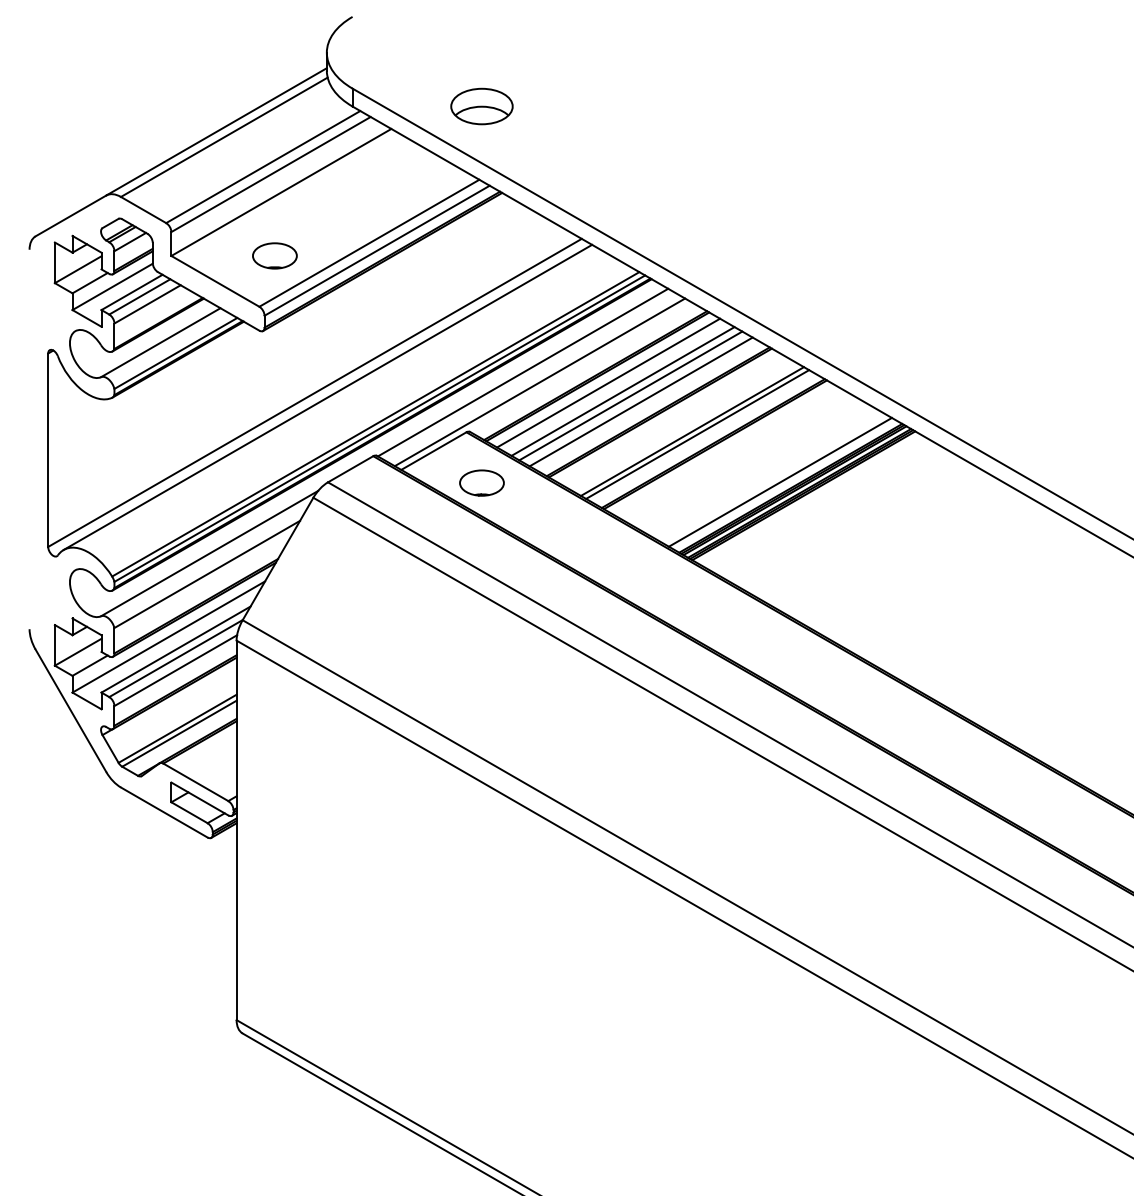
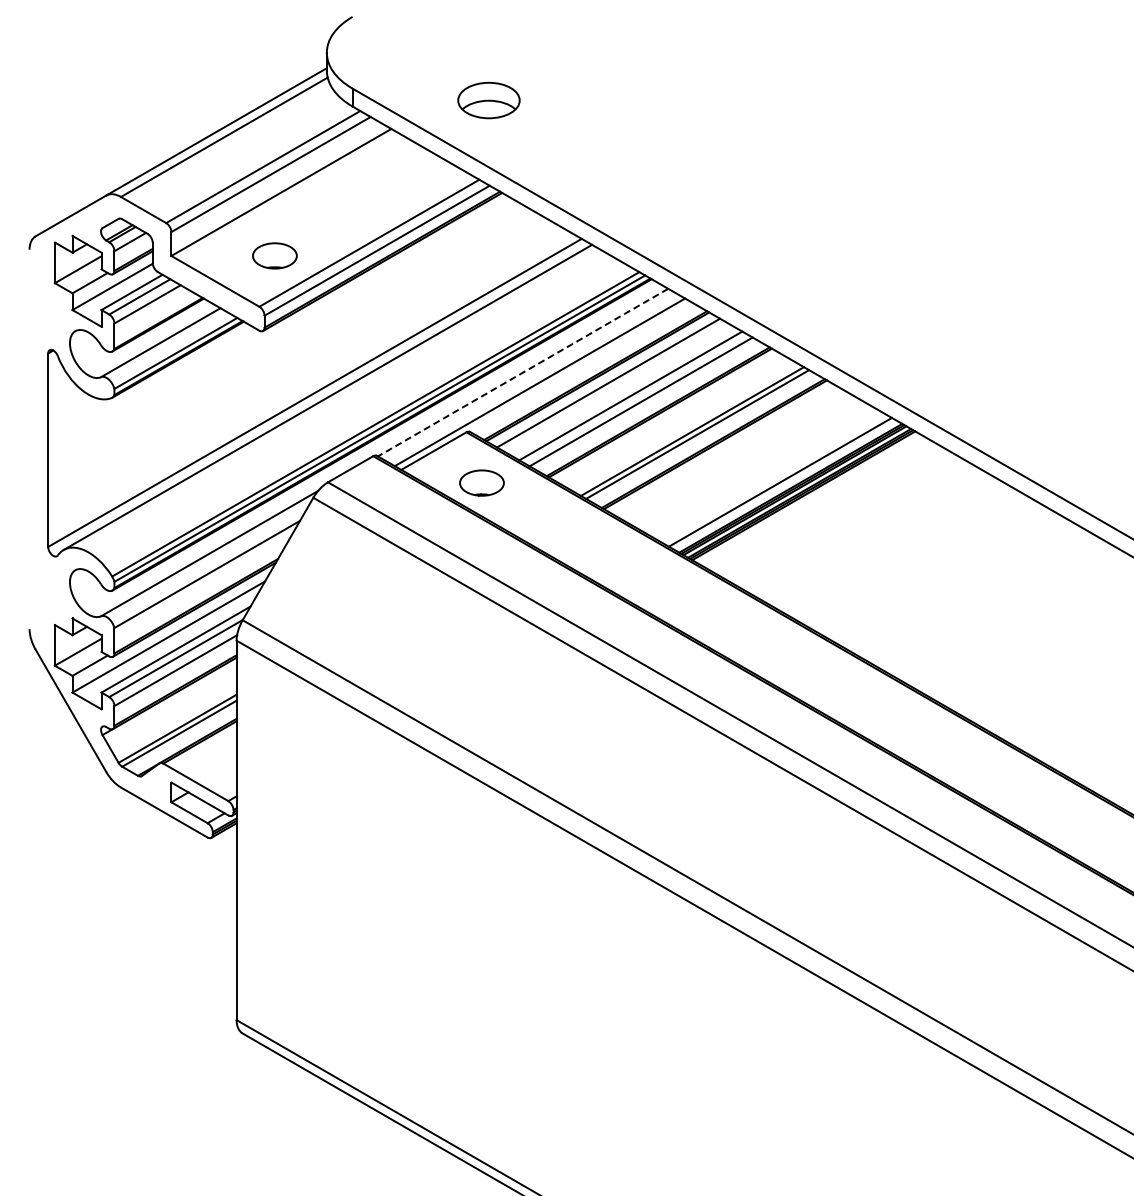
part at (481, 106) position: (481, 106) -> (488, 100)
line at (523, 372): solid -> dashed
line at (622, 391): present -> none
